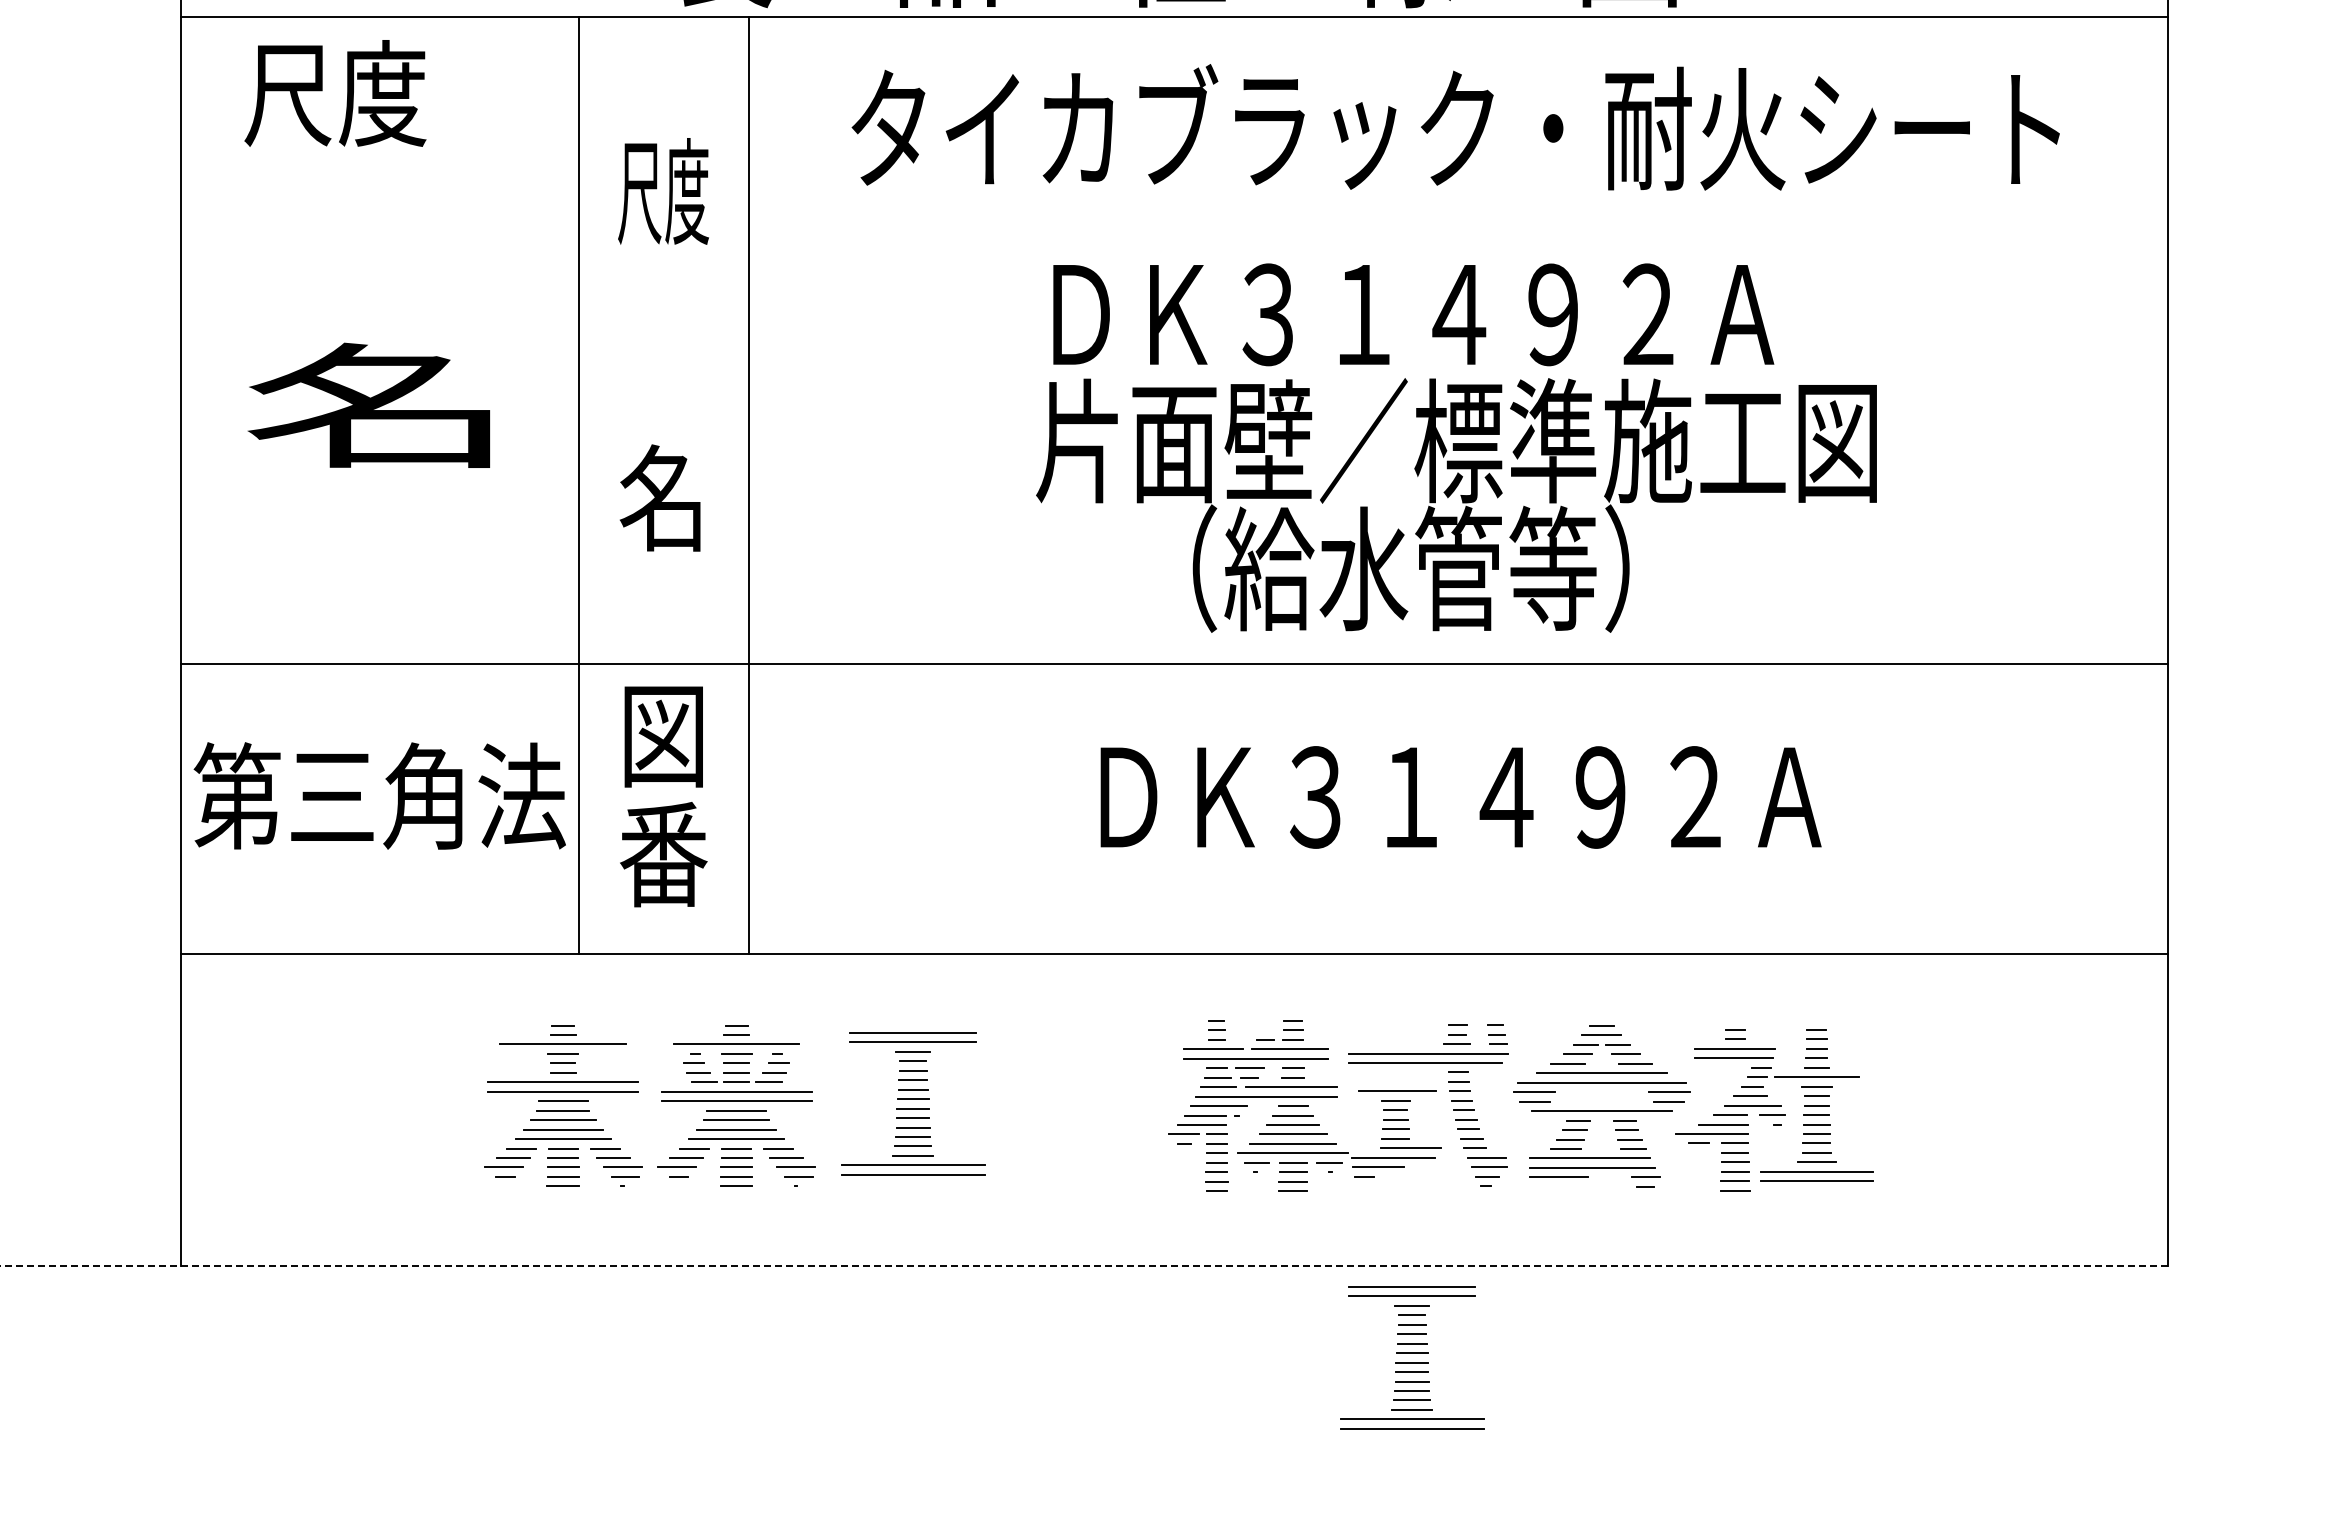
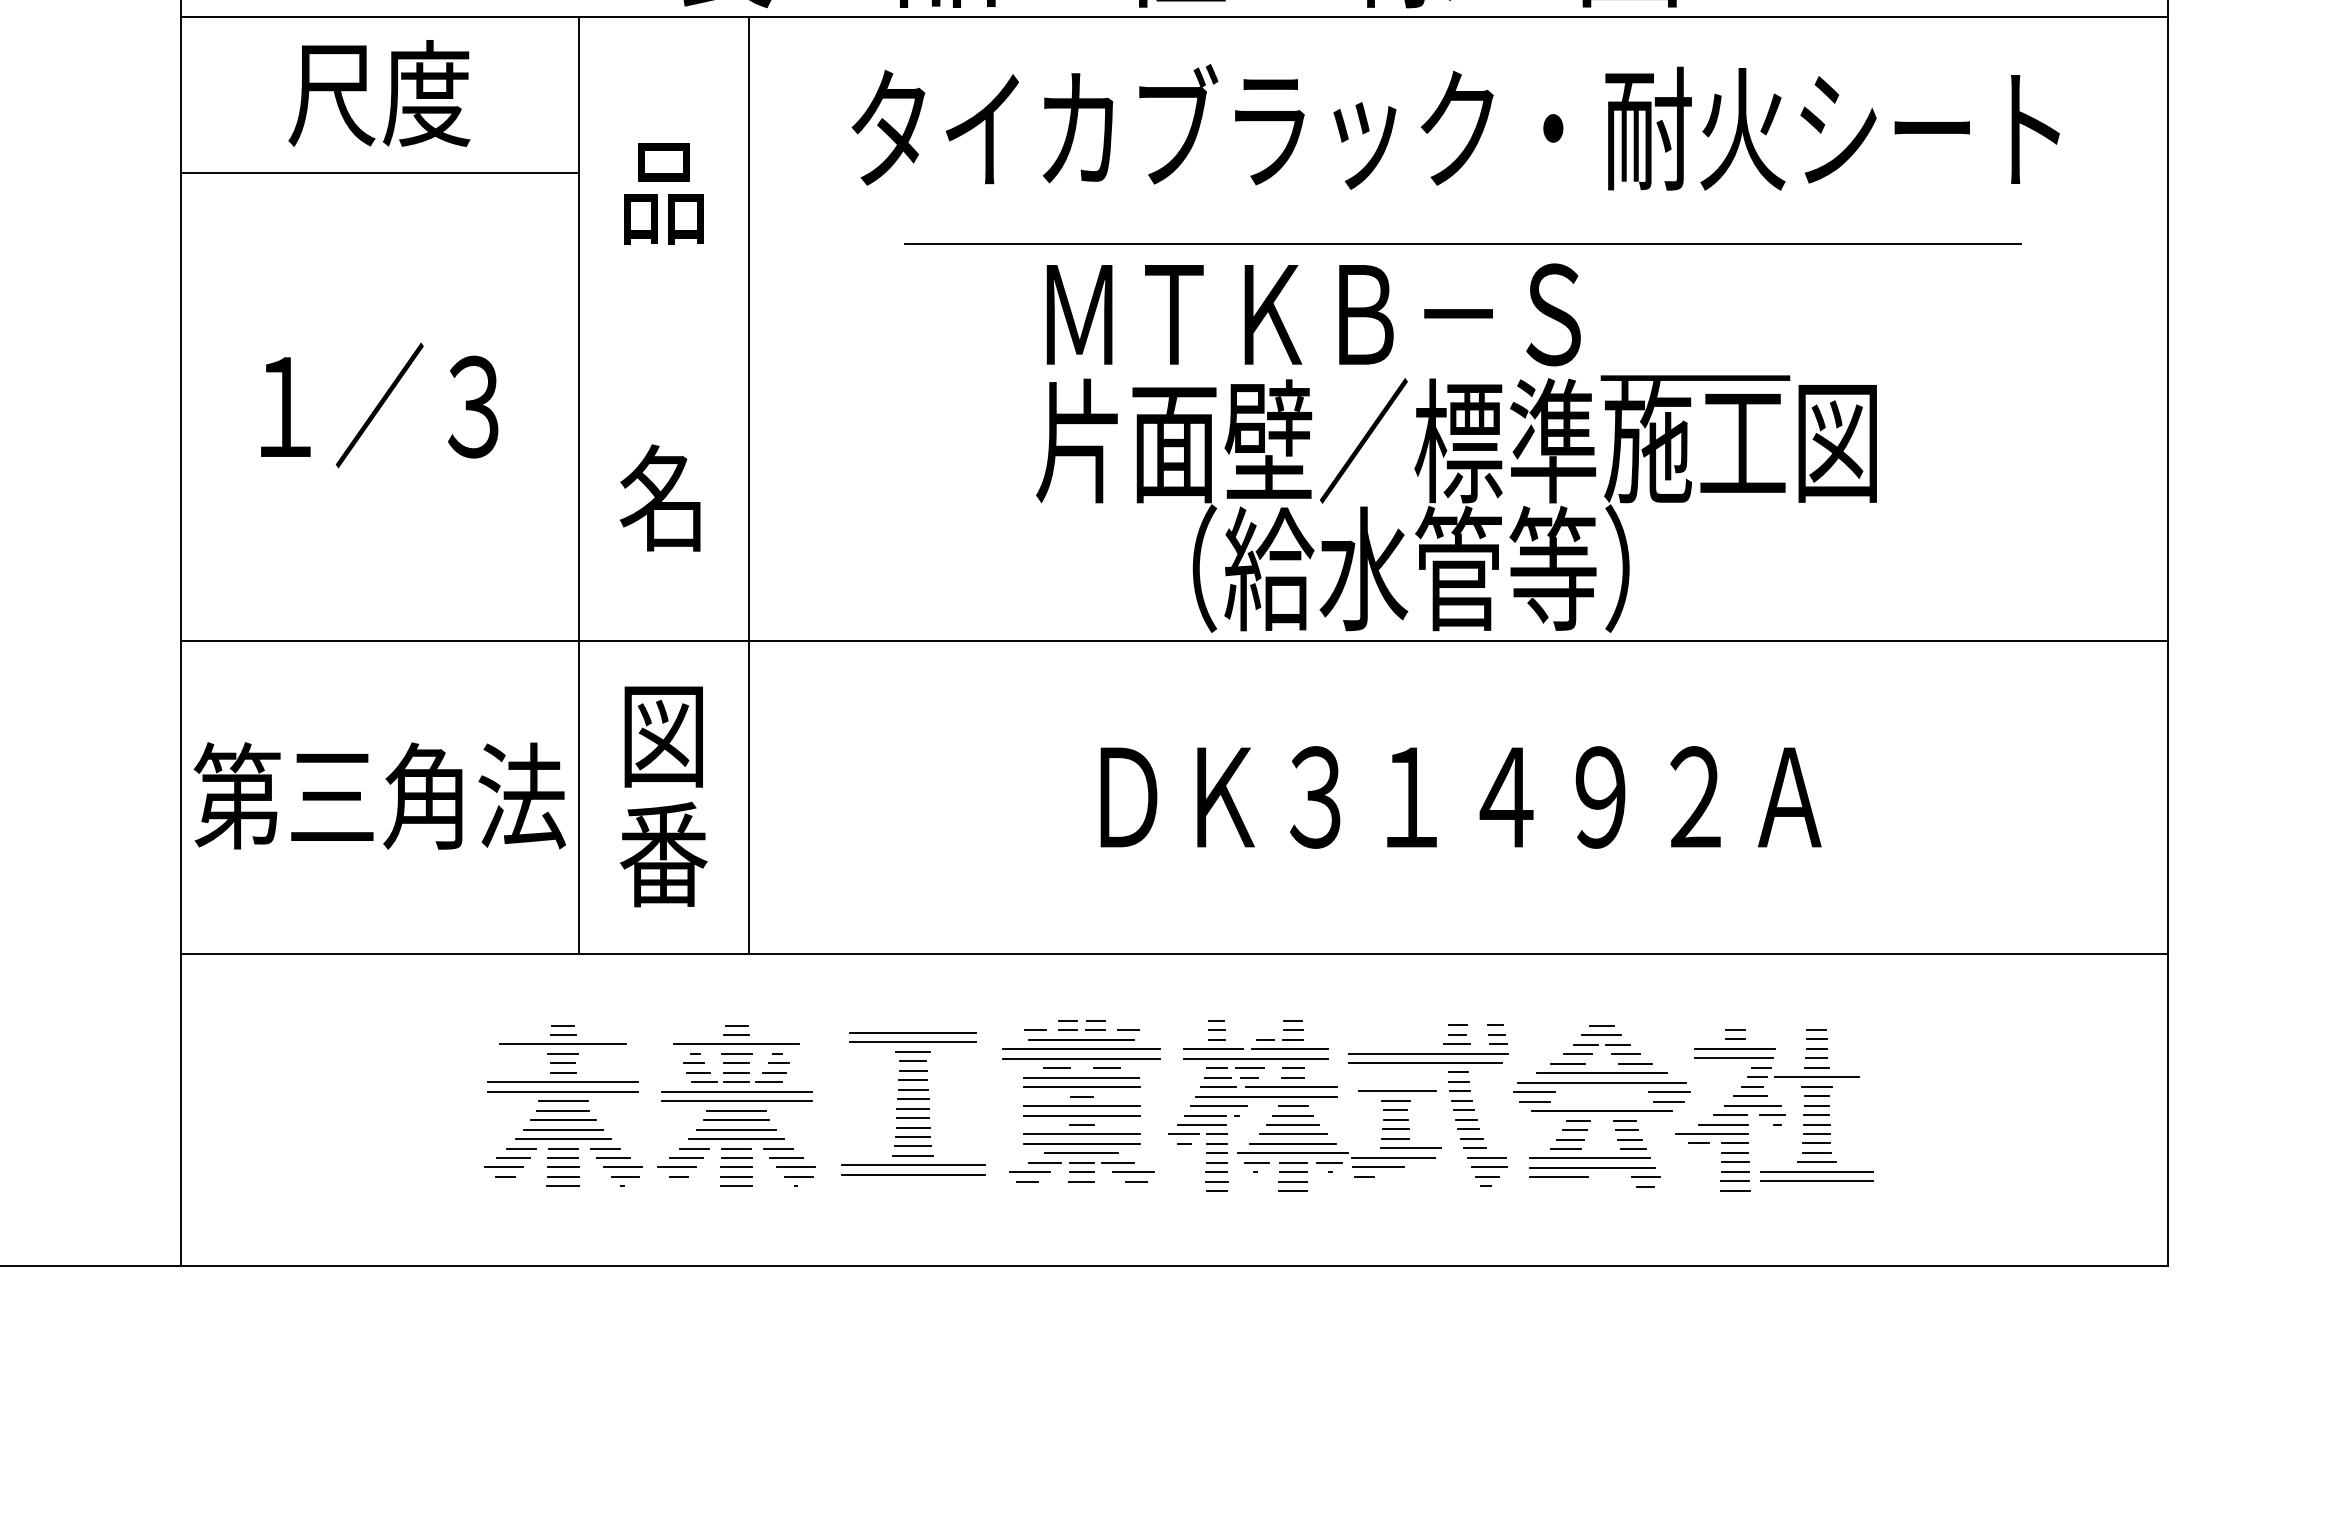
text at (335, 93) position: (335, 93) -> (379, 93)
line at (379, 173): none -> present
text at (663, 191): 尺度 -> 品
line at (1462, 243): none -> present
text at (1418, 321): ＤＫ３１４９２Ａ -> ＭＴＫＢ－Ｓ＿＿
text at (372, 405): 名 -> １／３
line at (1174, 664) position: (1174, 664) -> (1174, 641)
part at (1081, 1101): none -> present
line at (1084, 1266): dashed -> solid
part at (1412, 1357): present -> none
